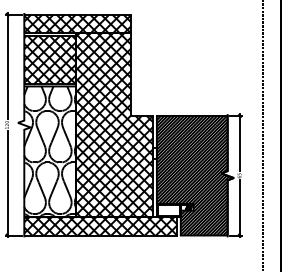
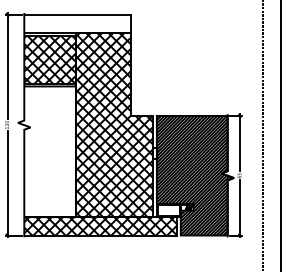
hatch at (77, 23): present -> none
hatch at (49, 151): present -> none
